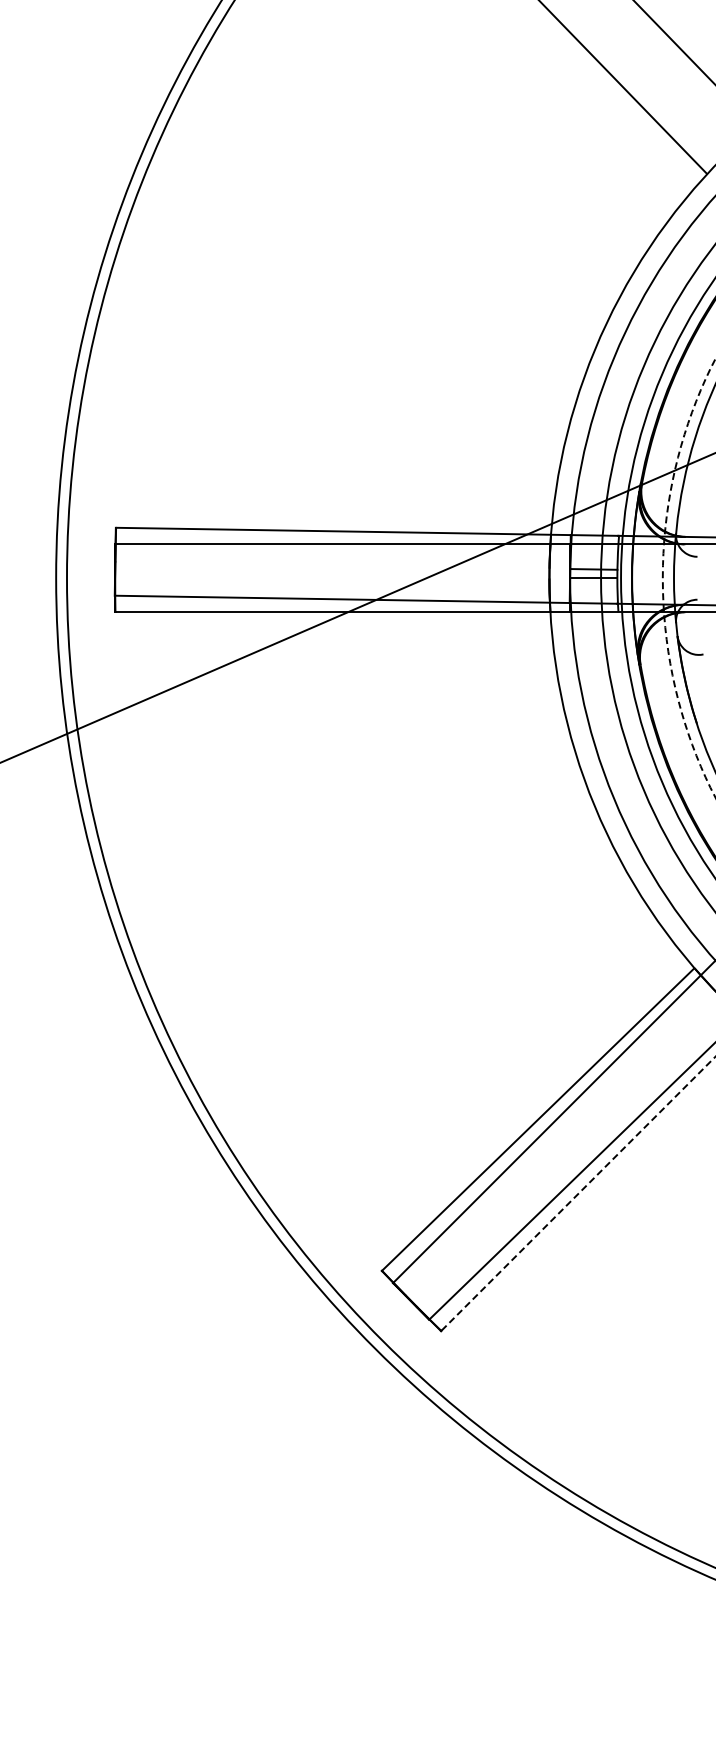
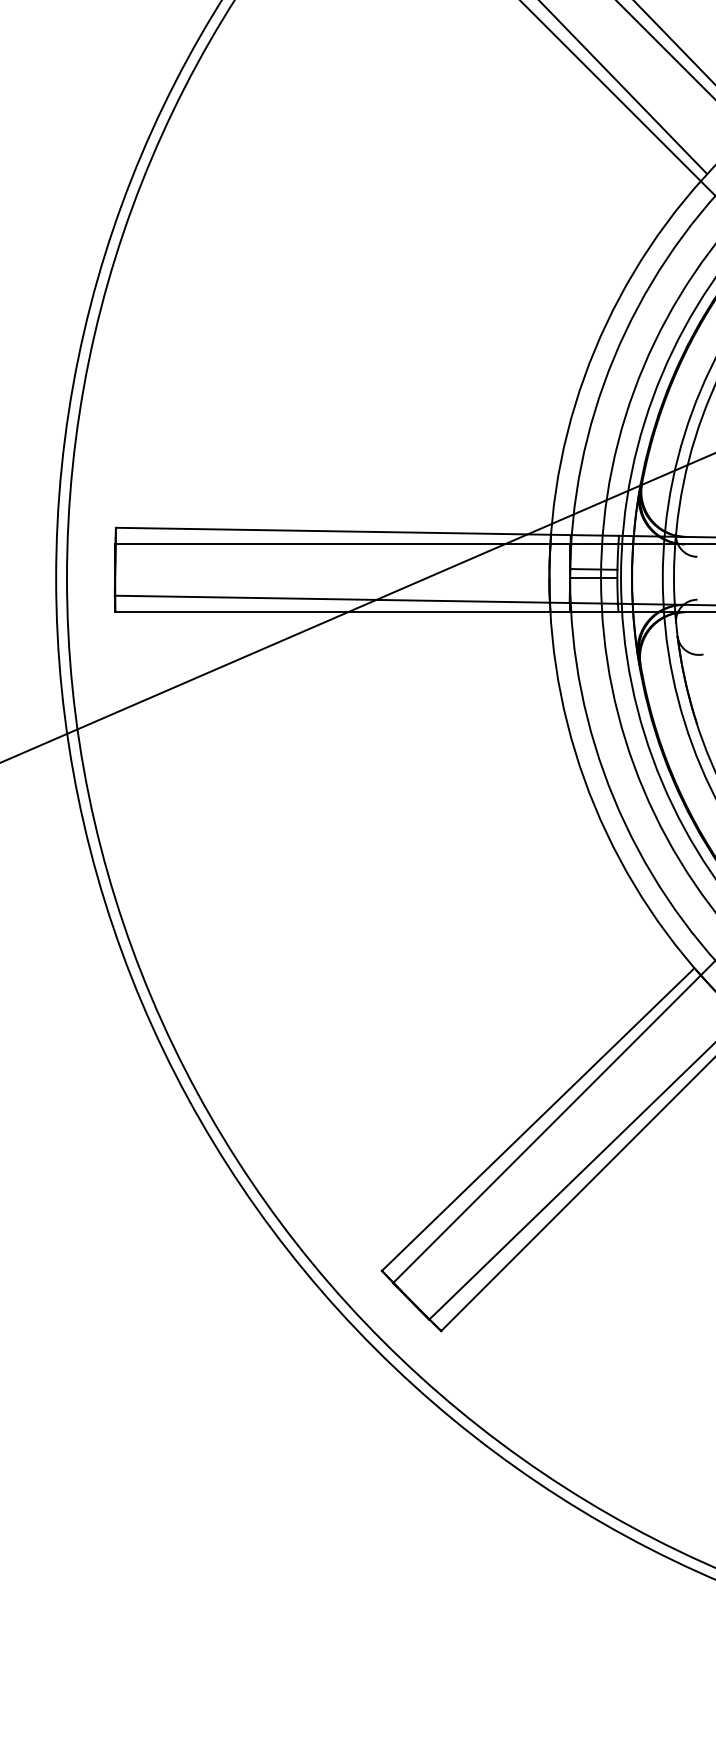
line at (665, 49): none -> present
line at (617, 97): none -> present
circle at (688, 578): dashed -> solid
line at (578, 1193): dashed -> solid
